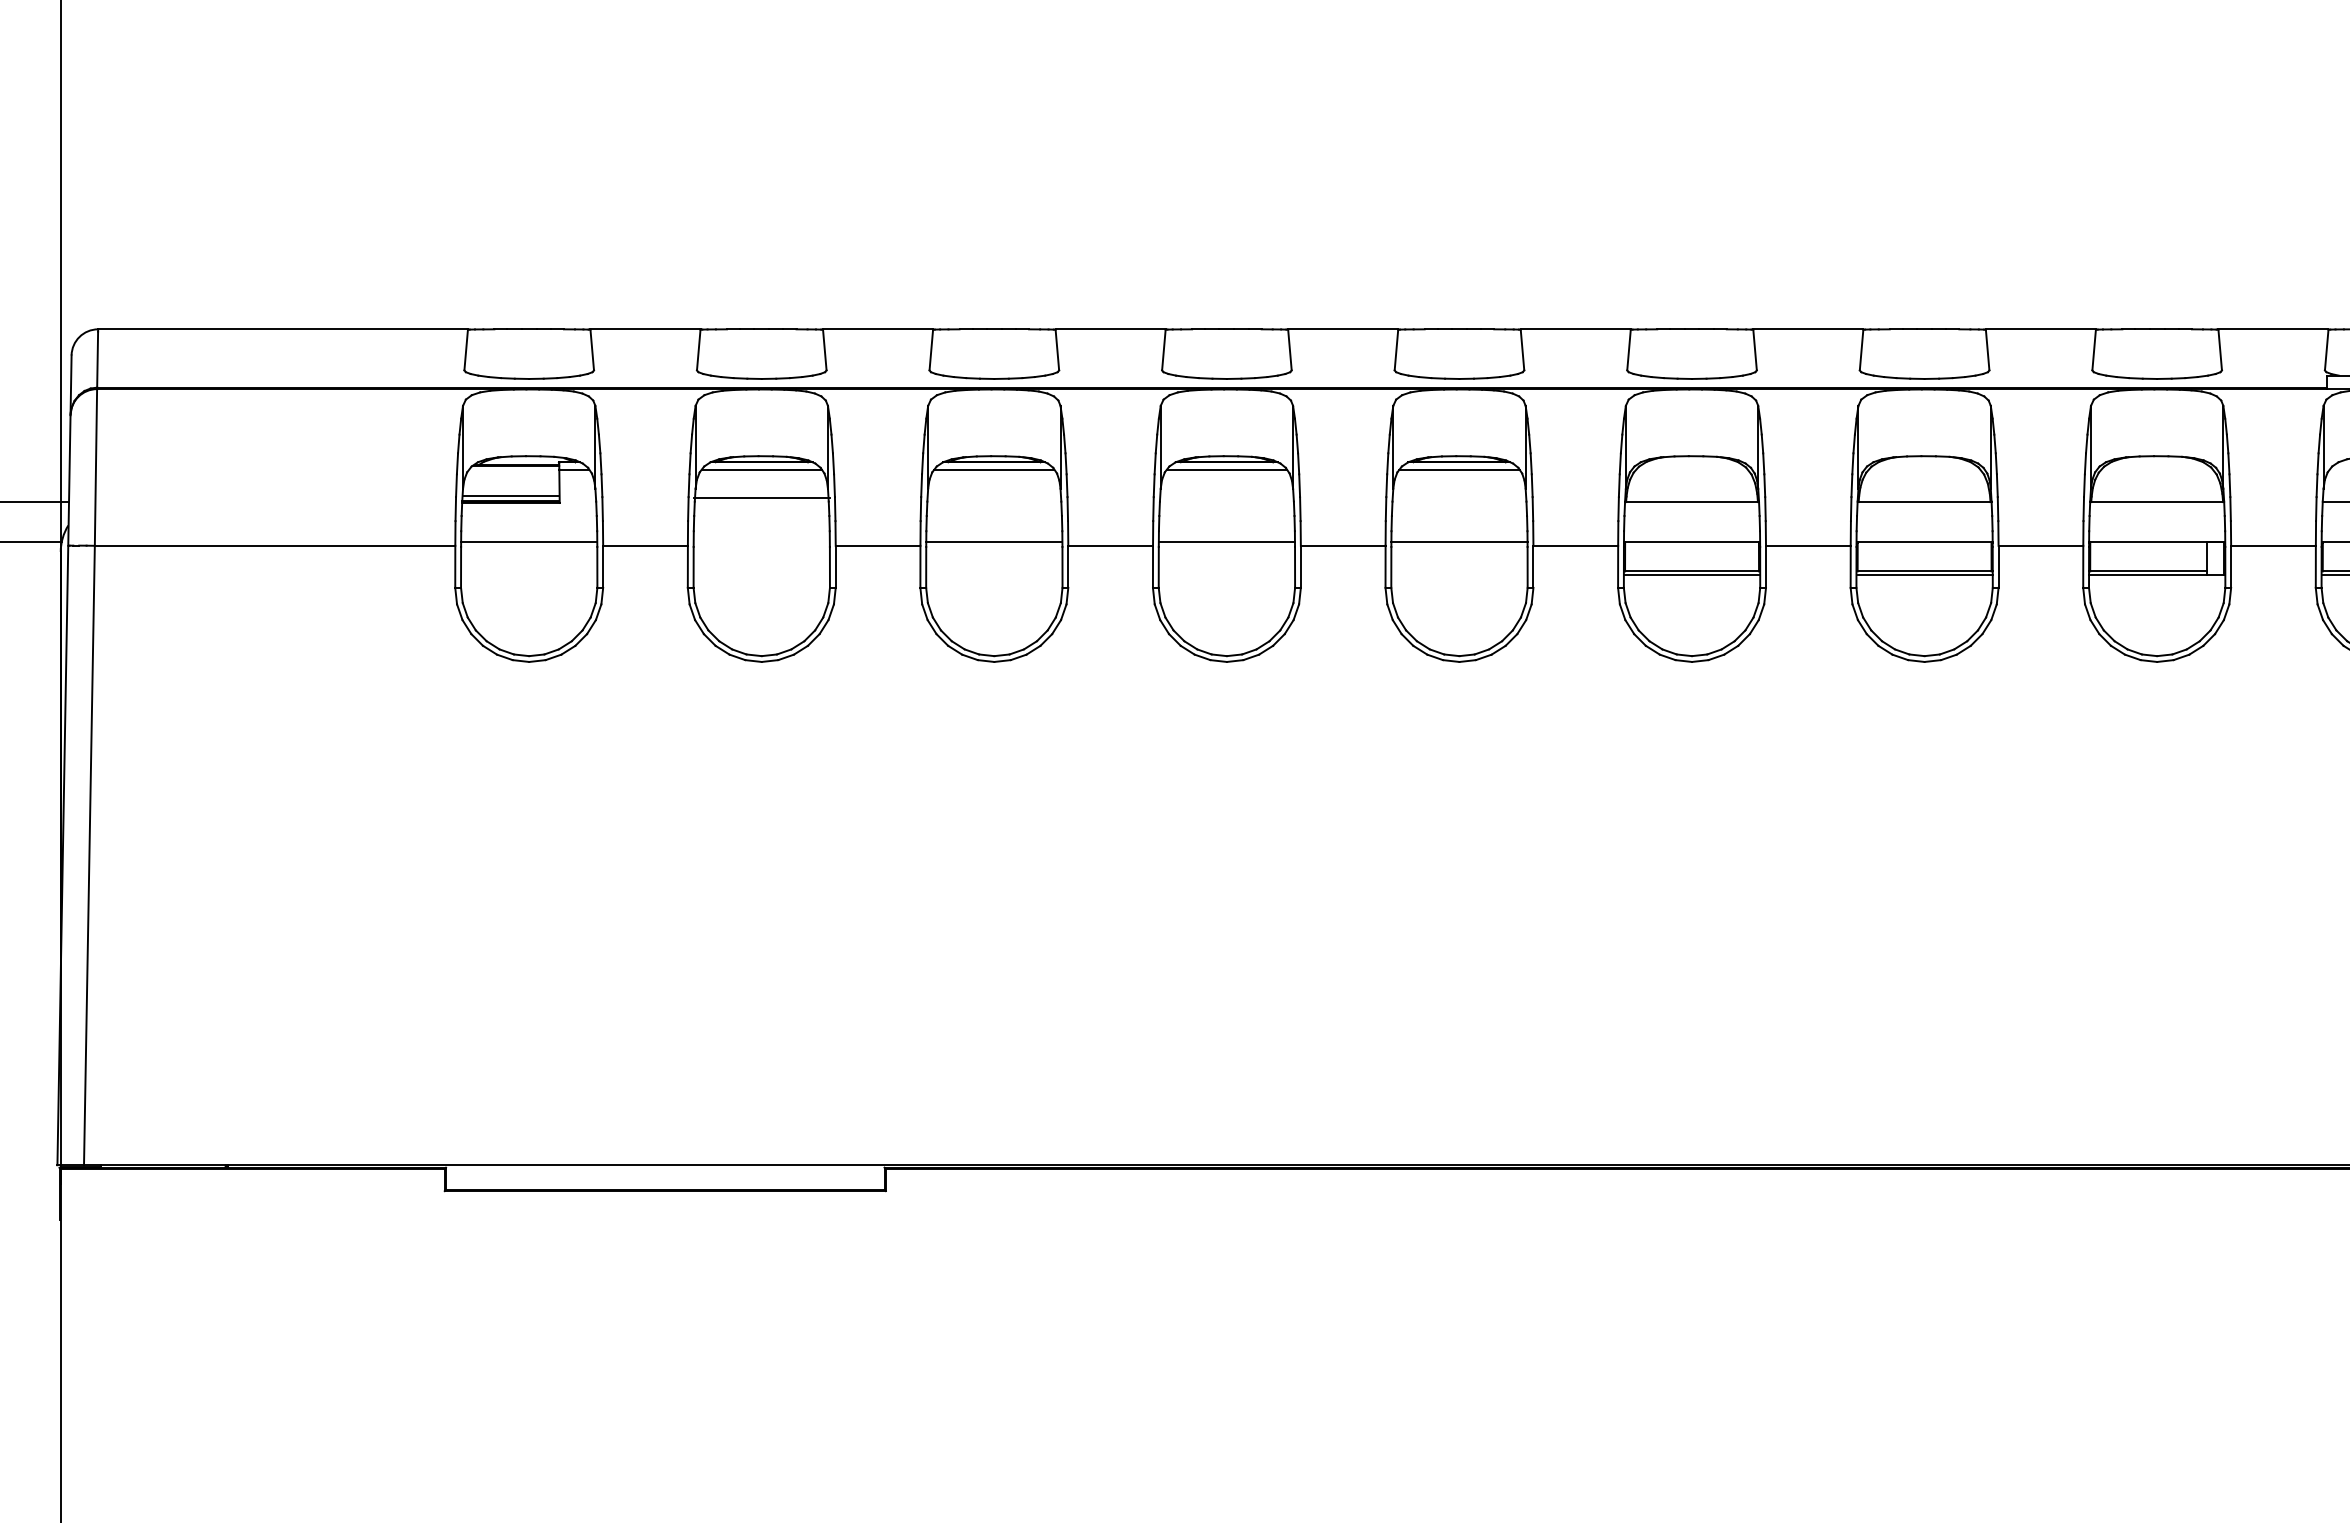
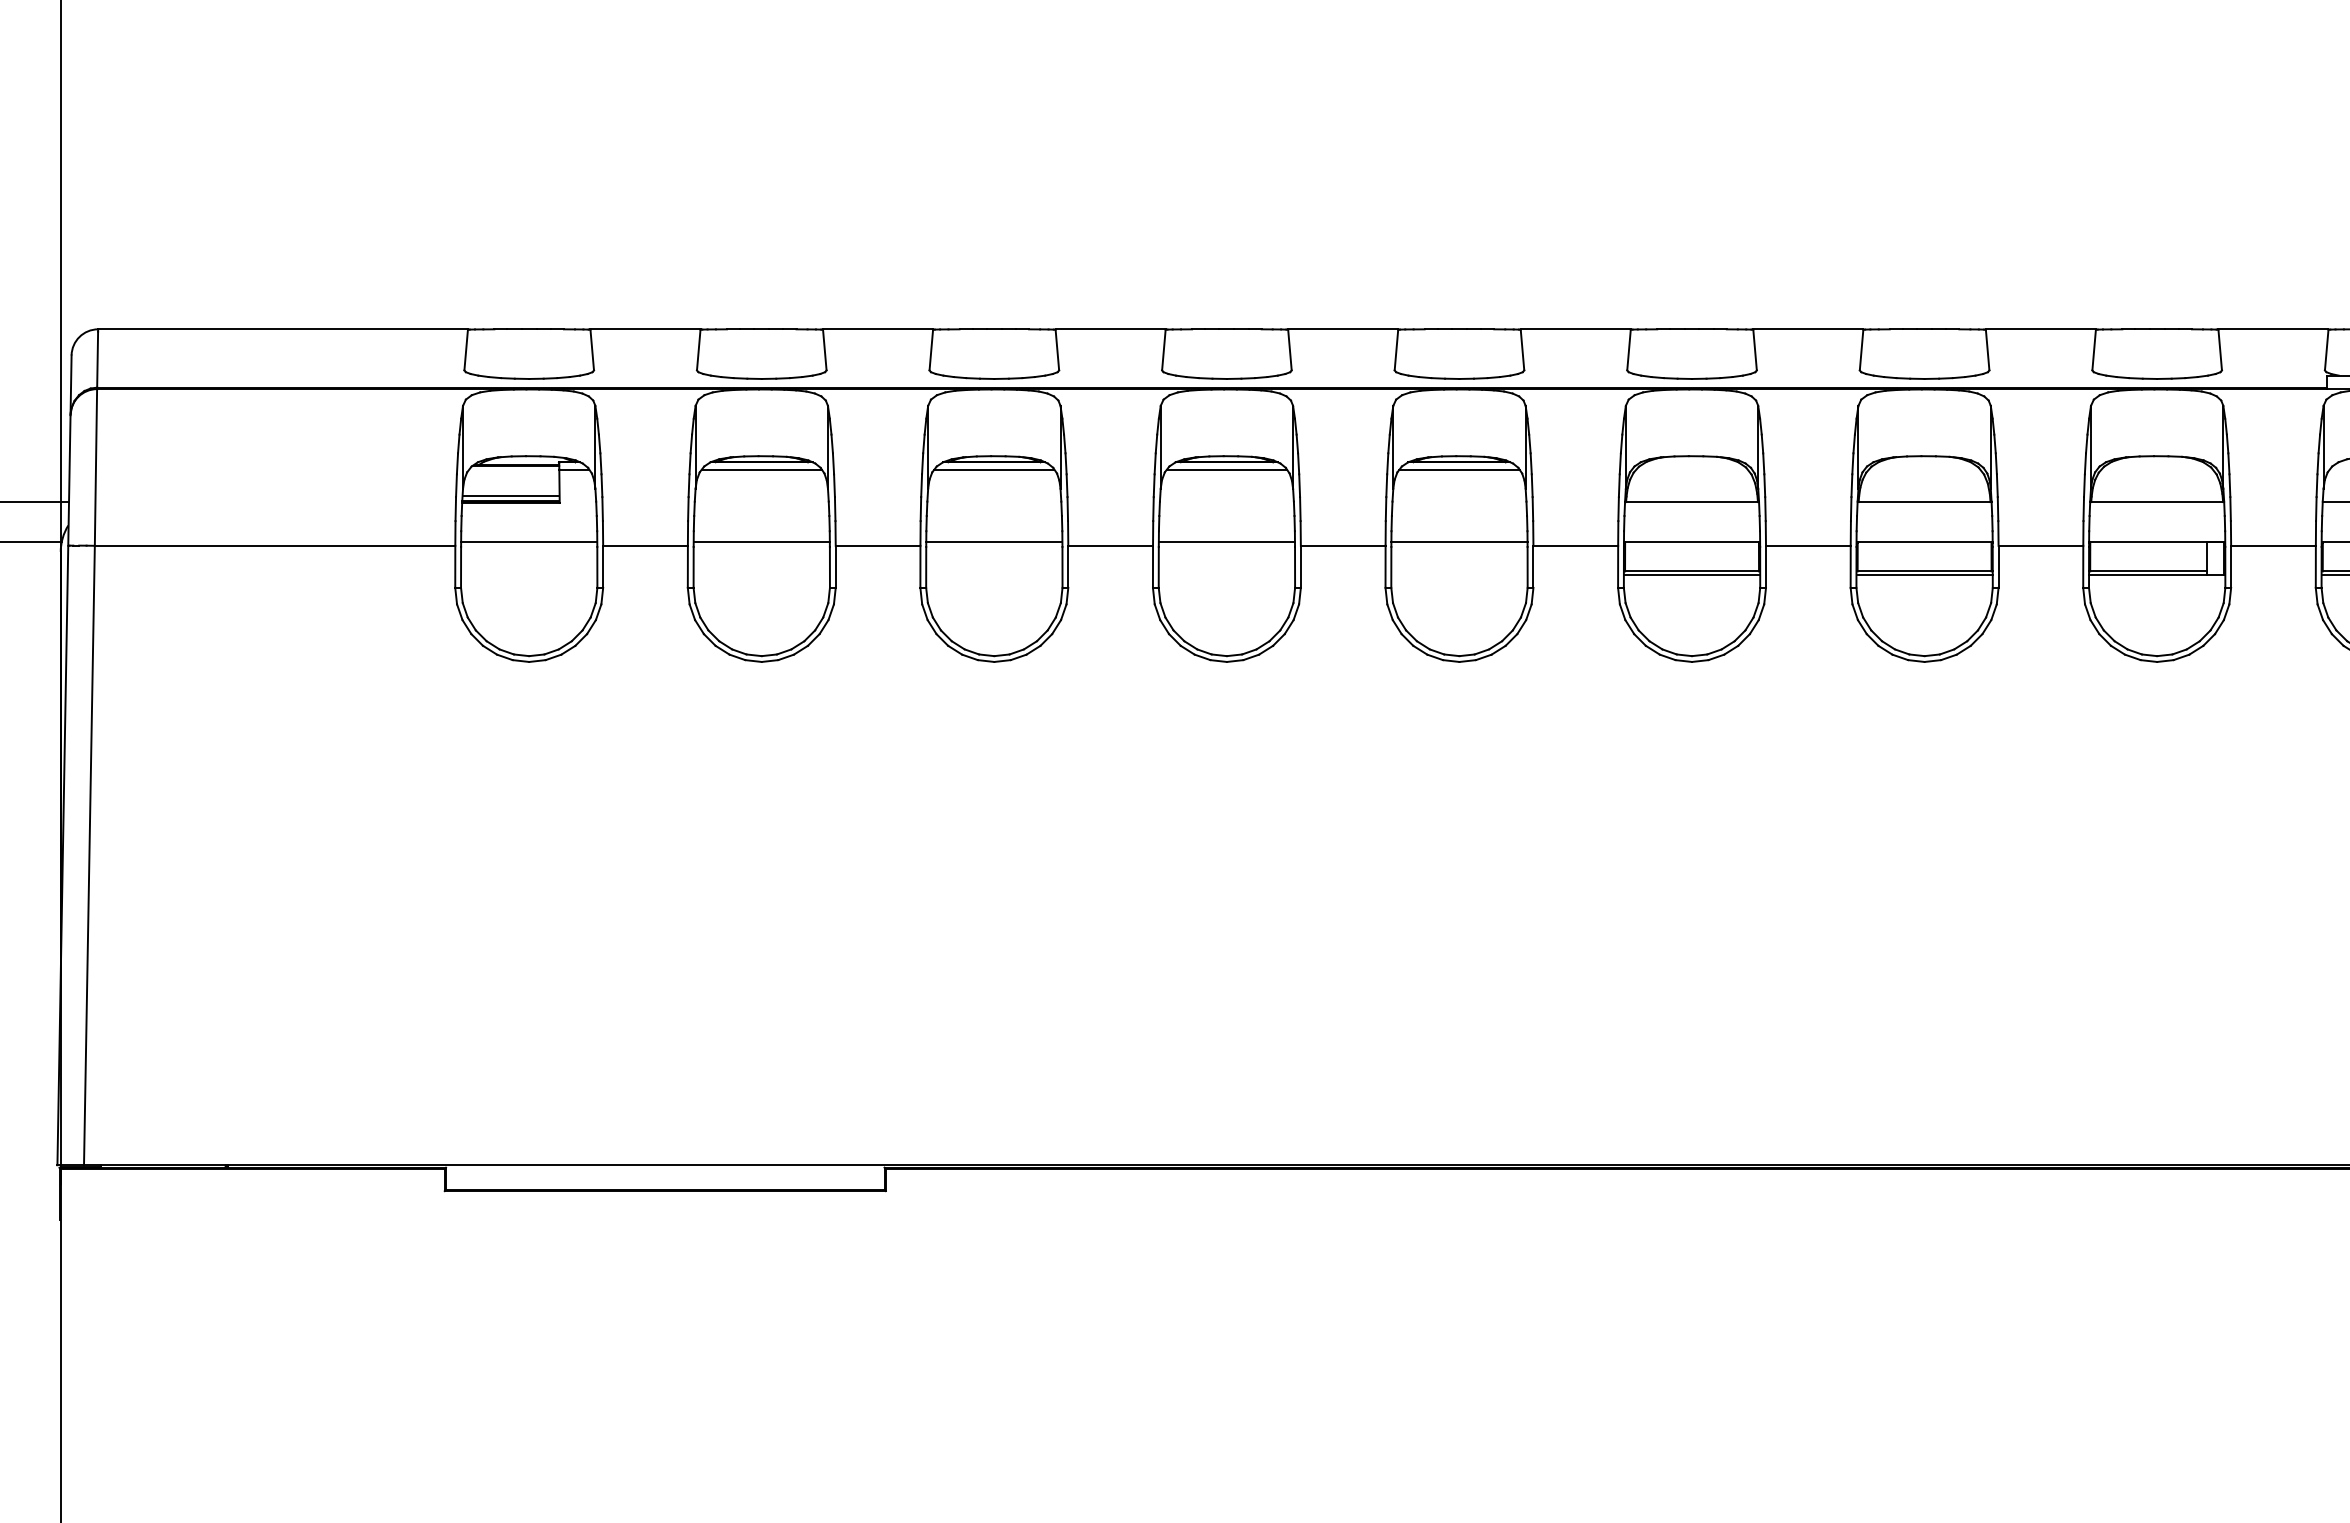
line at (761, 497) position: (761, 497) -> (761, 541)
